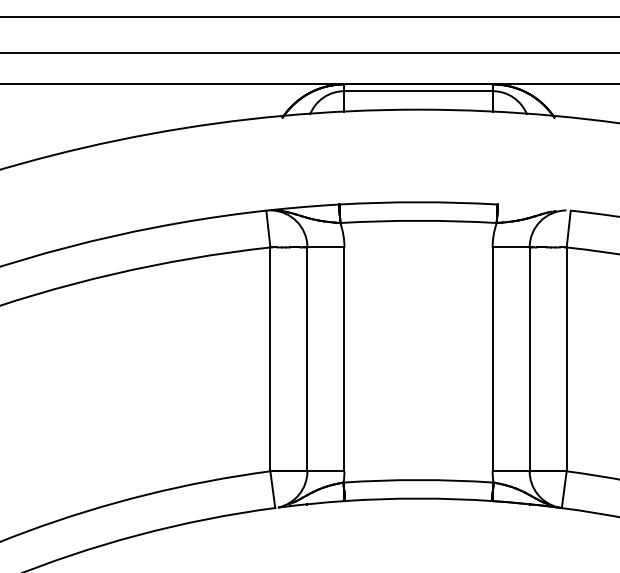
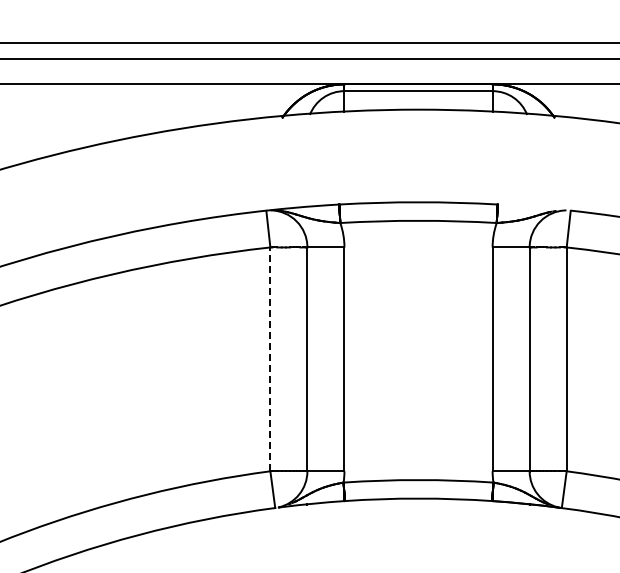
line at (309, 17) position: (309, 17) -> (309, 43)
line at (309, 53) position: (309, 53) -> (309, 59)
line at (270, 359): solid -> dashed
